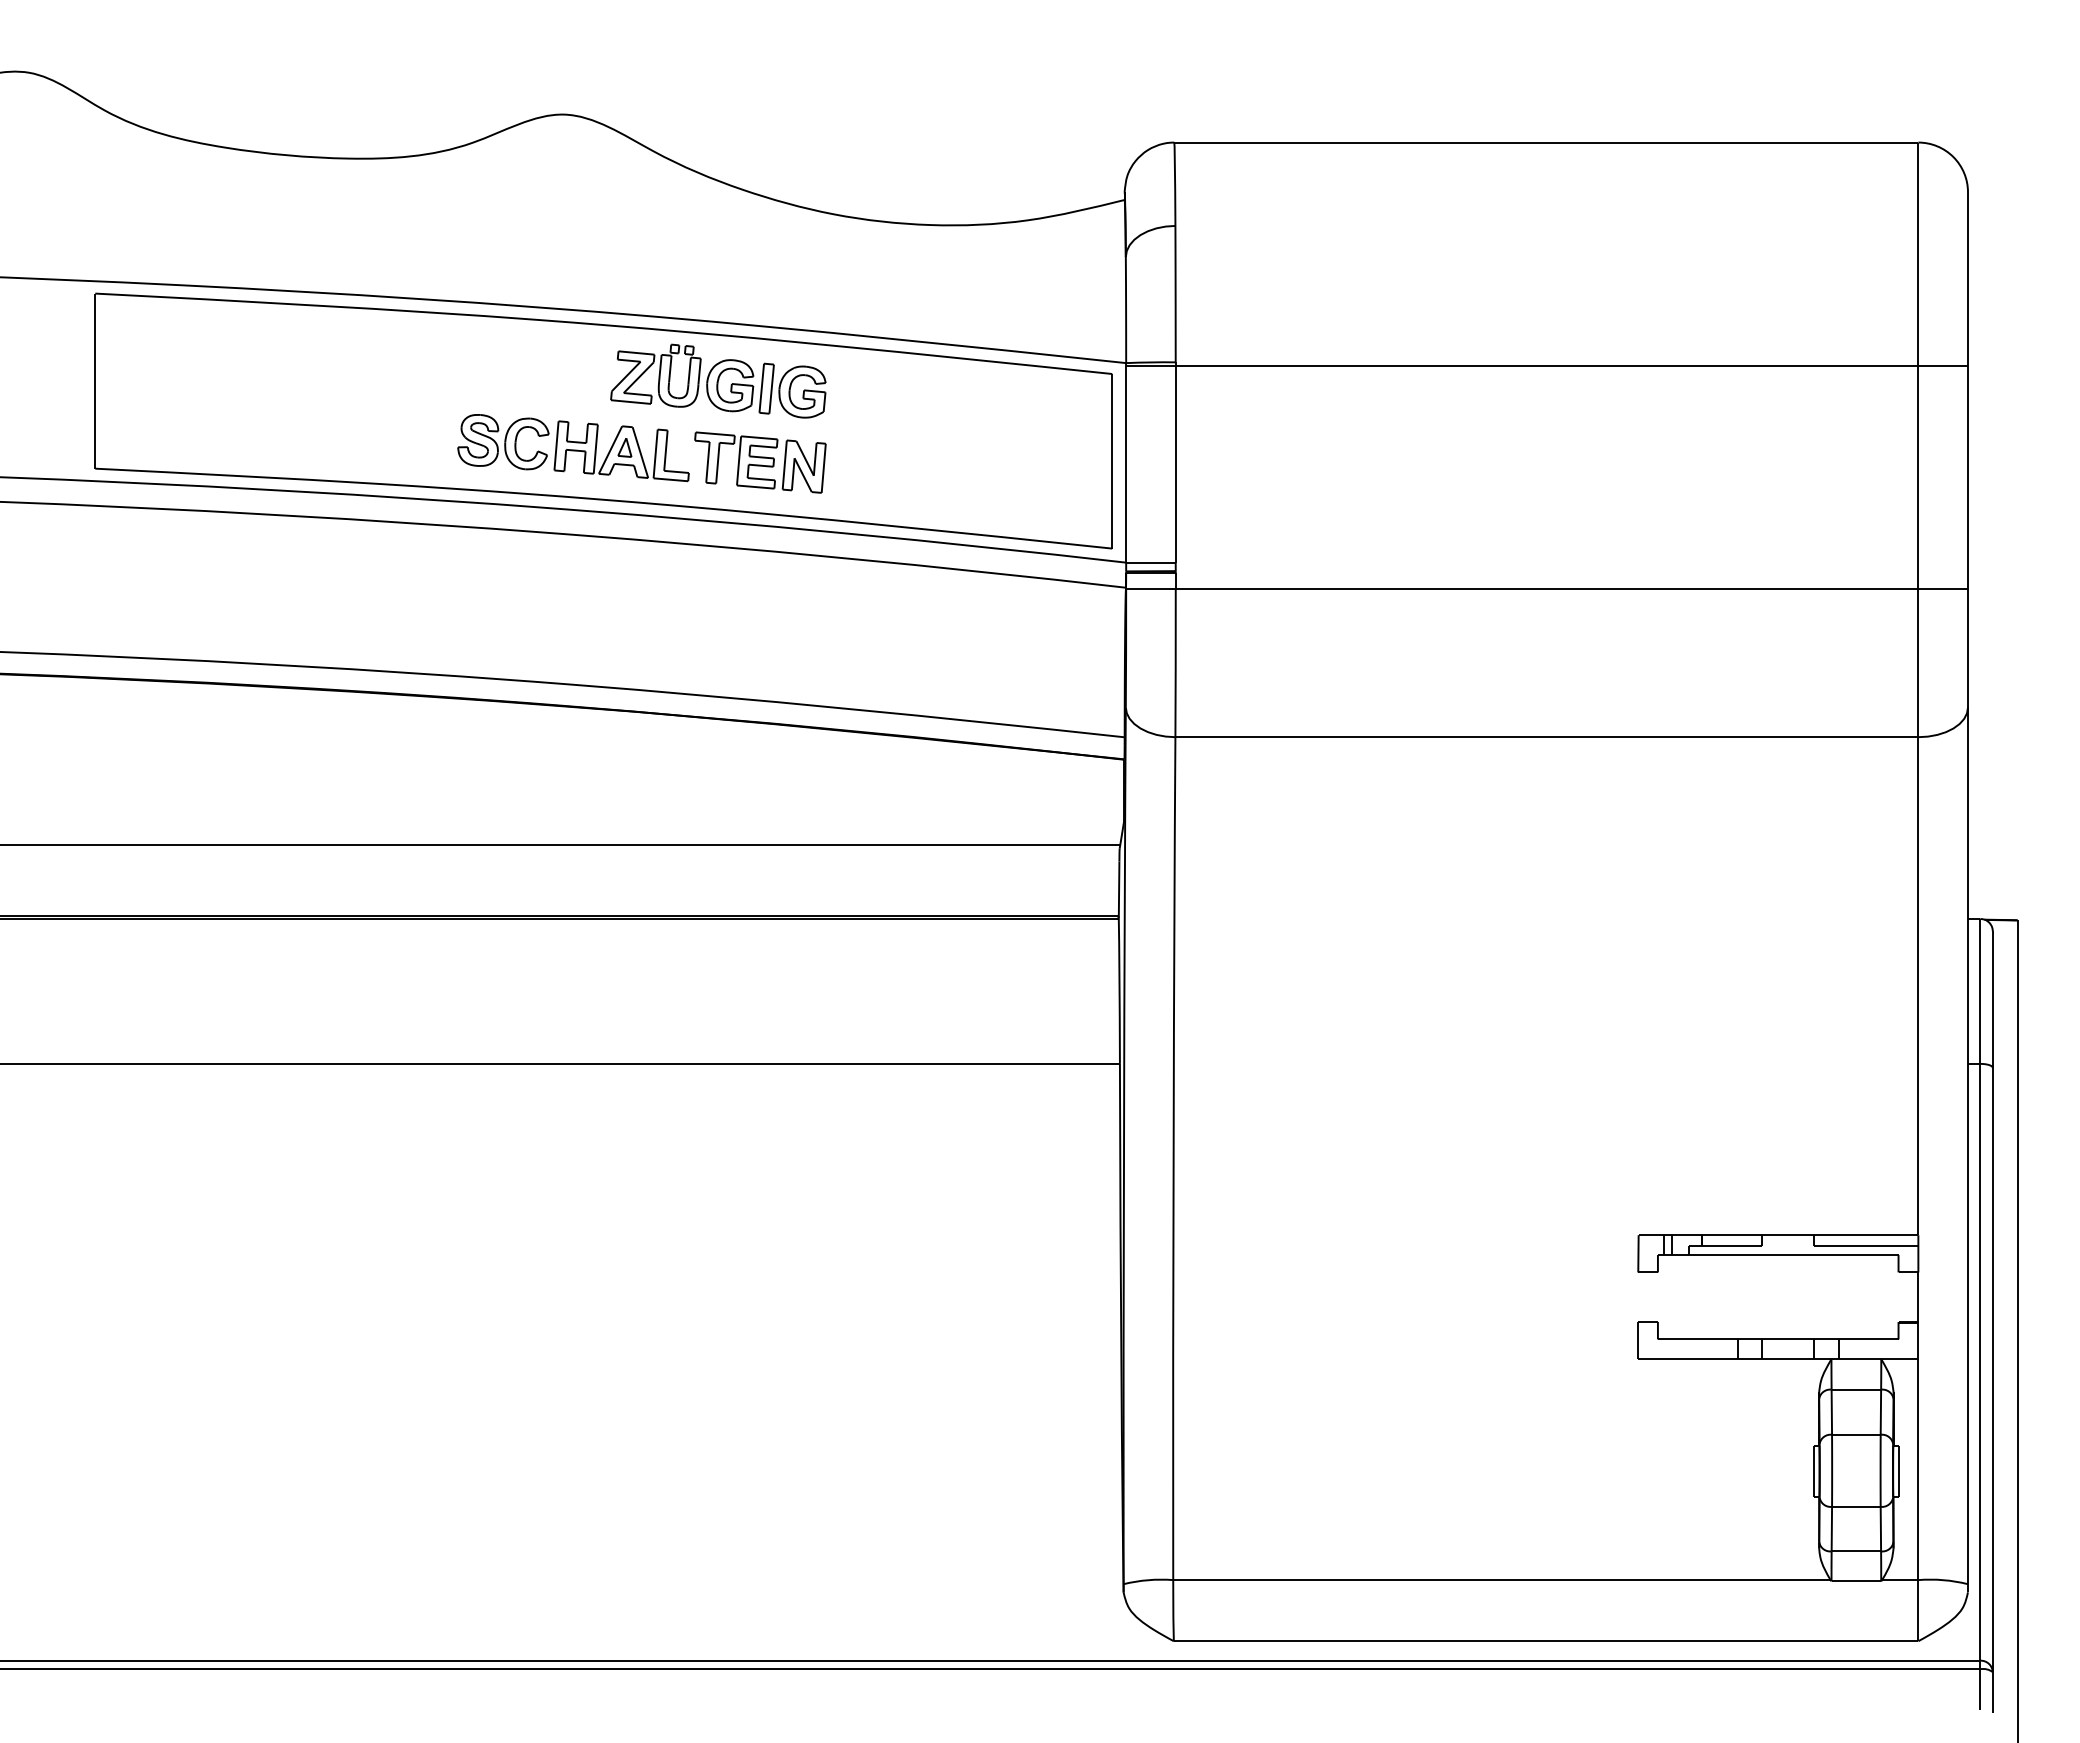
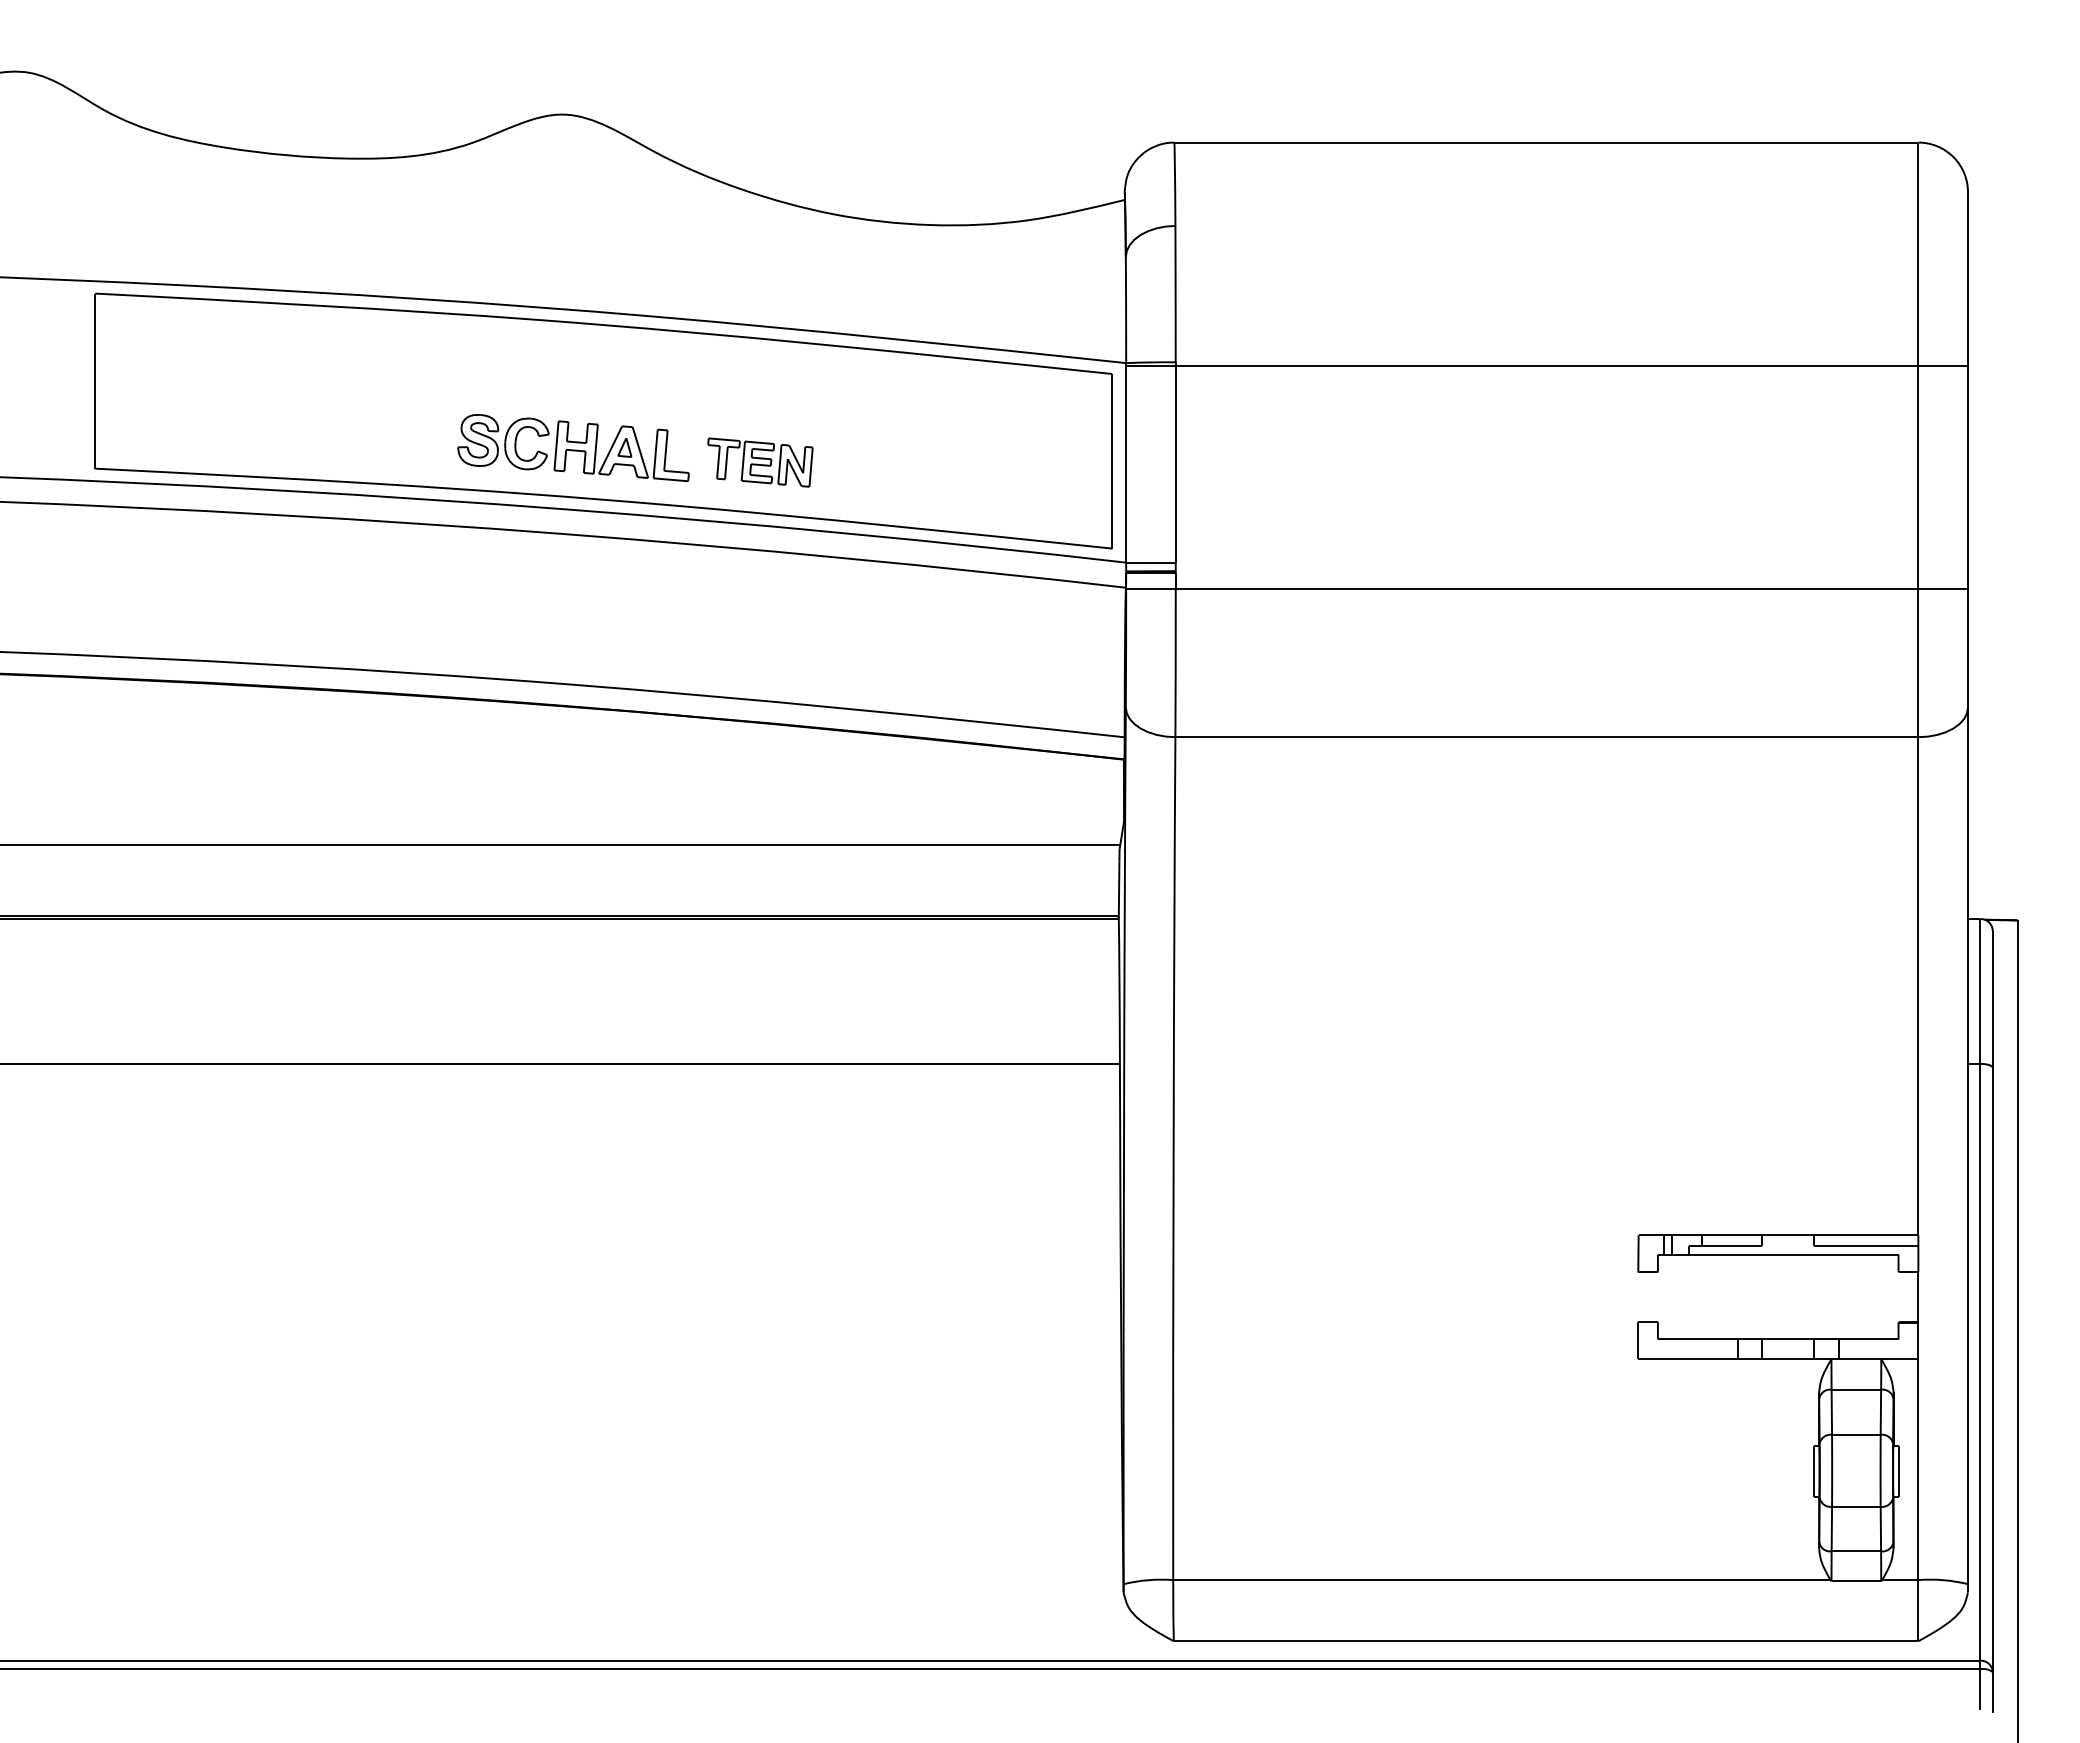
part at (718, 380): present -> none
part at (760, 462) size: 133x63 px -> 107x51 px
